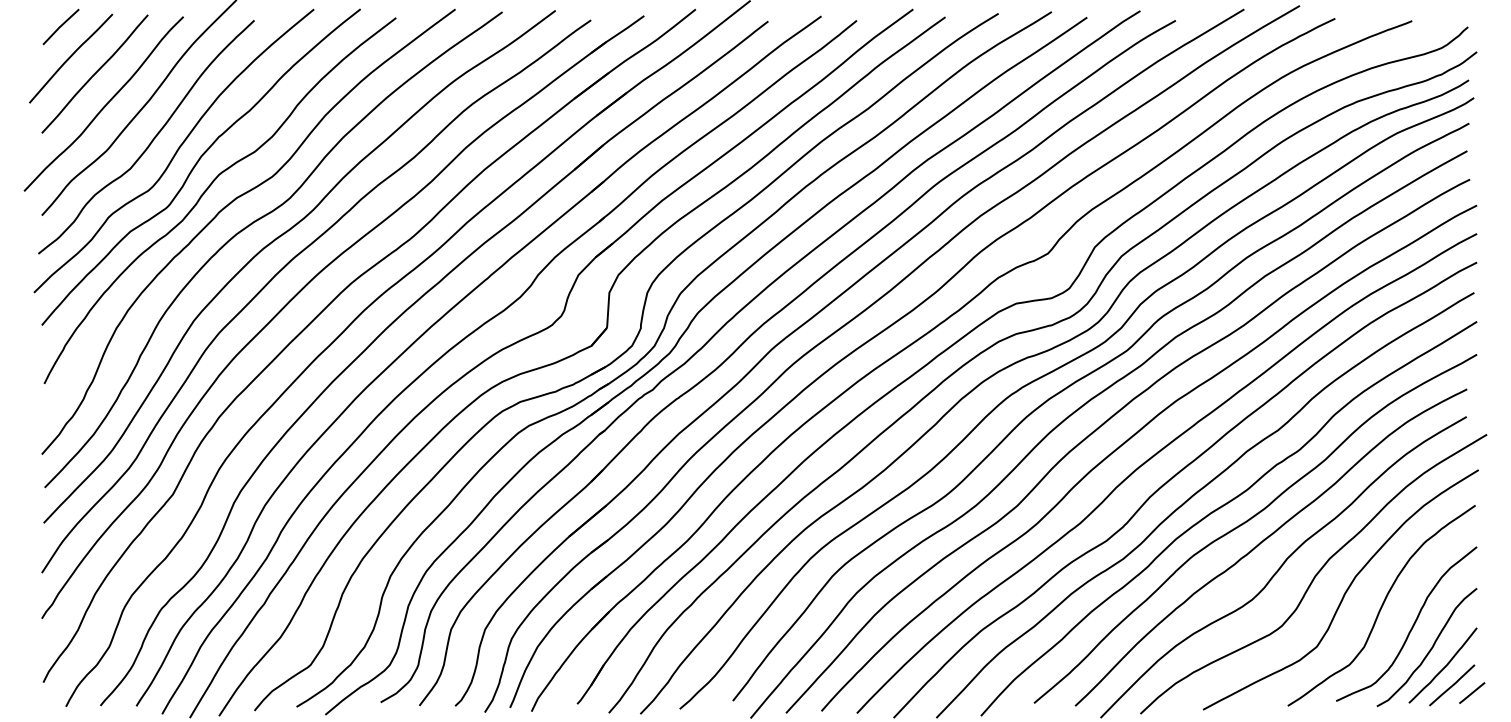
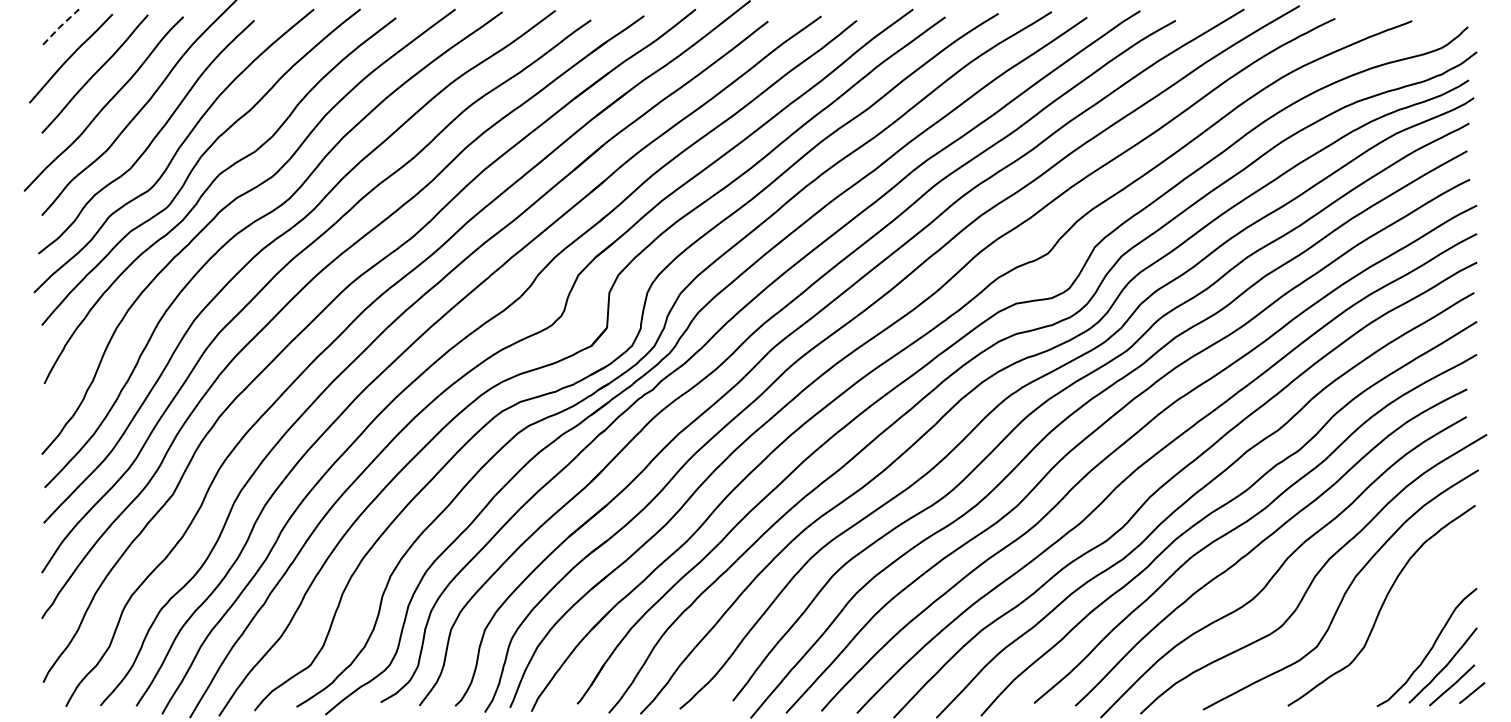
line at (60, 26): solid -> dashed
curve at (1412, 625): present -> none
